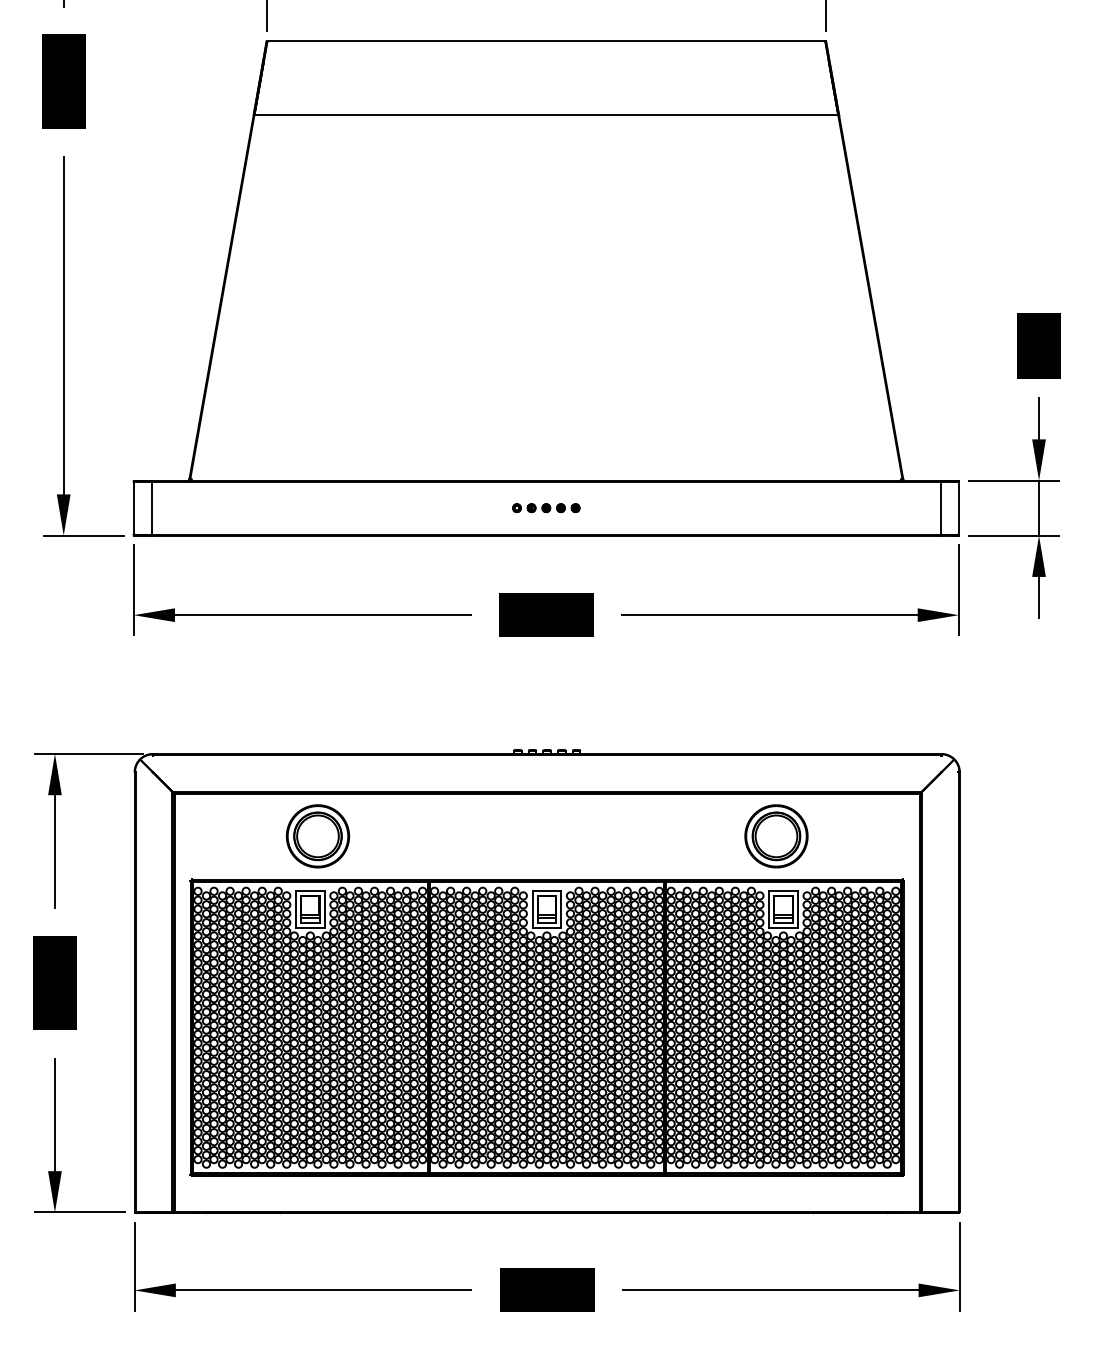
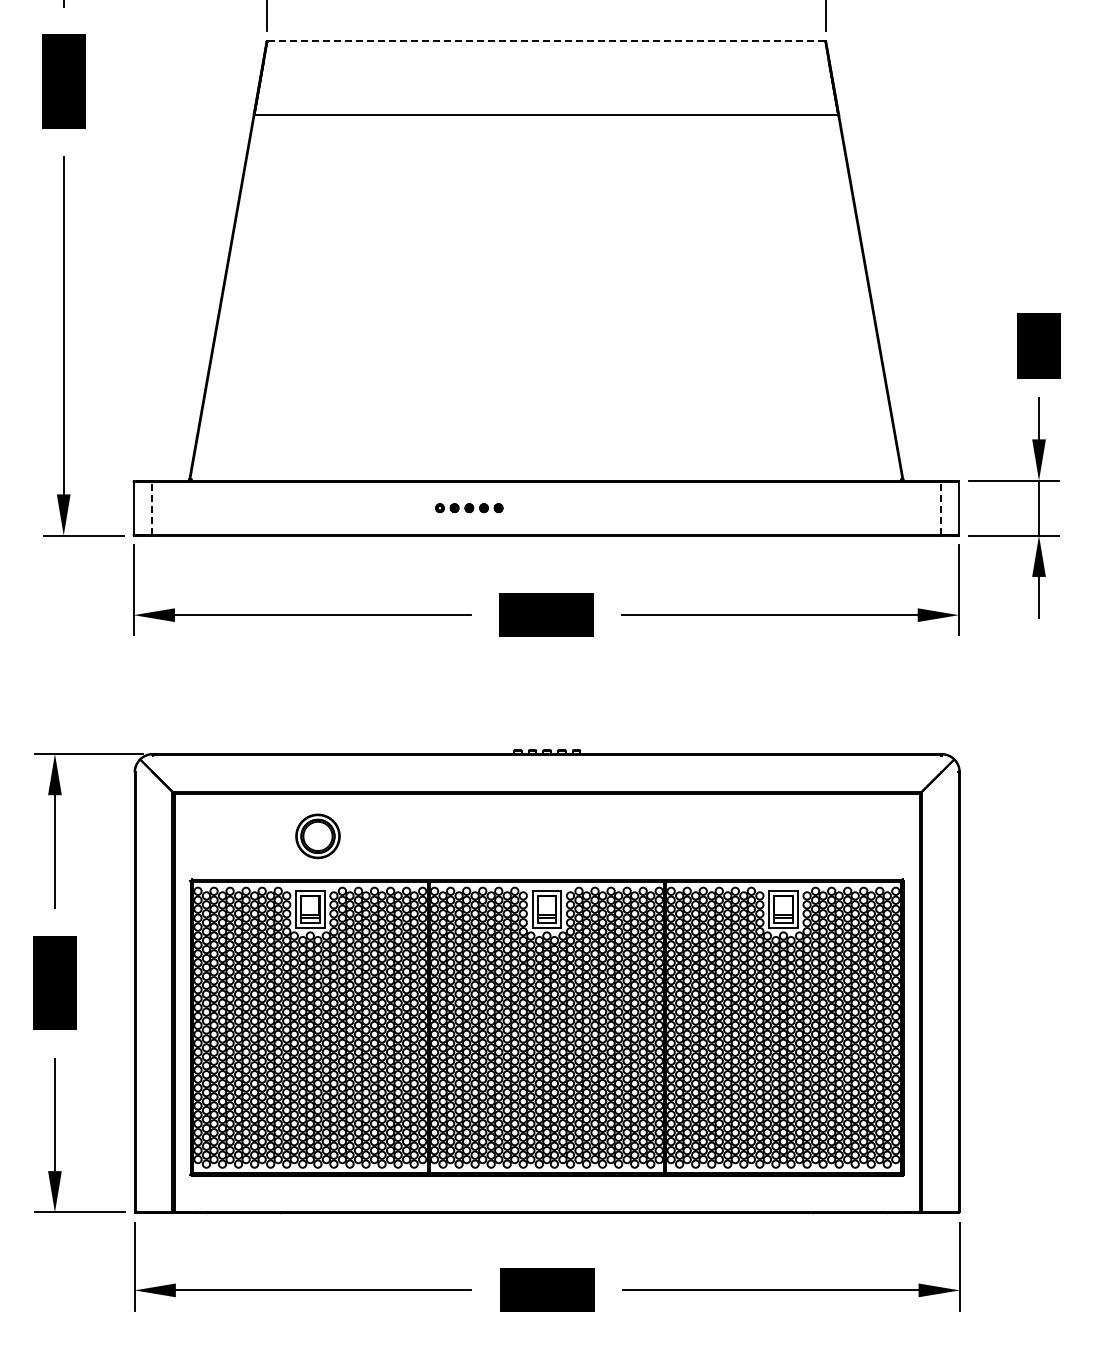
line at (546, 40): solid -> dashed
line at (940, 507): solid -> dashed
line at (152, 508): solid -> dashed
part at (546, 508) position: (546, 508) -> (469, 508)
part at (317, 836) size: 66x65 px -> 46x47 px
part at (776, 836): present -> none
